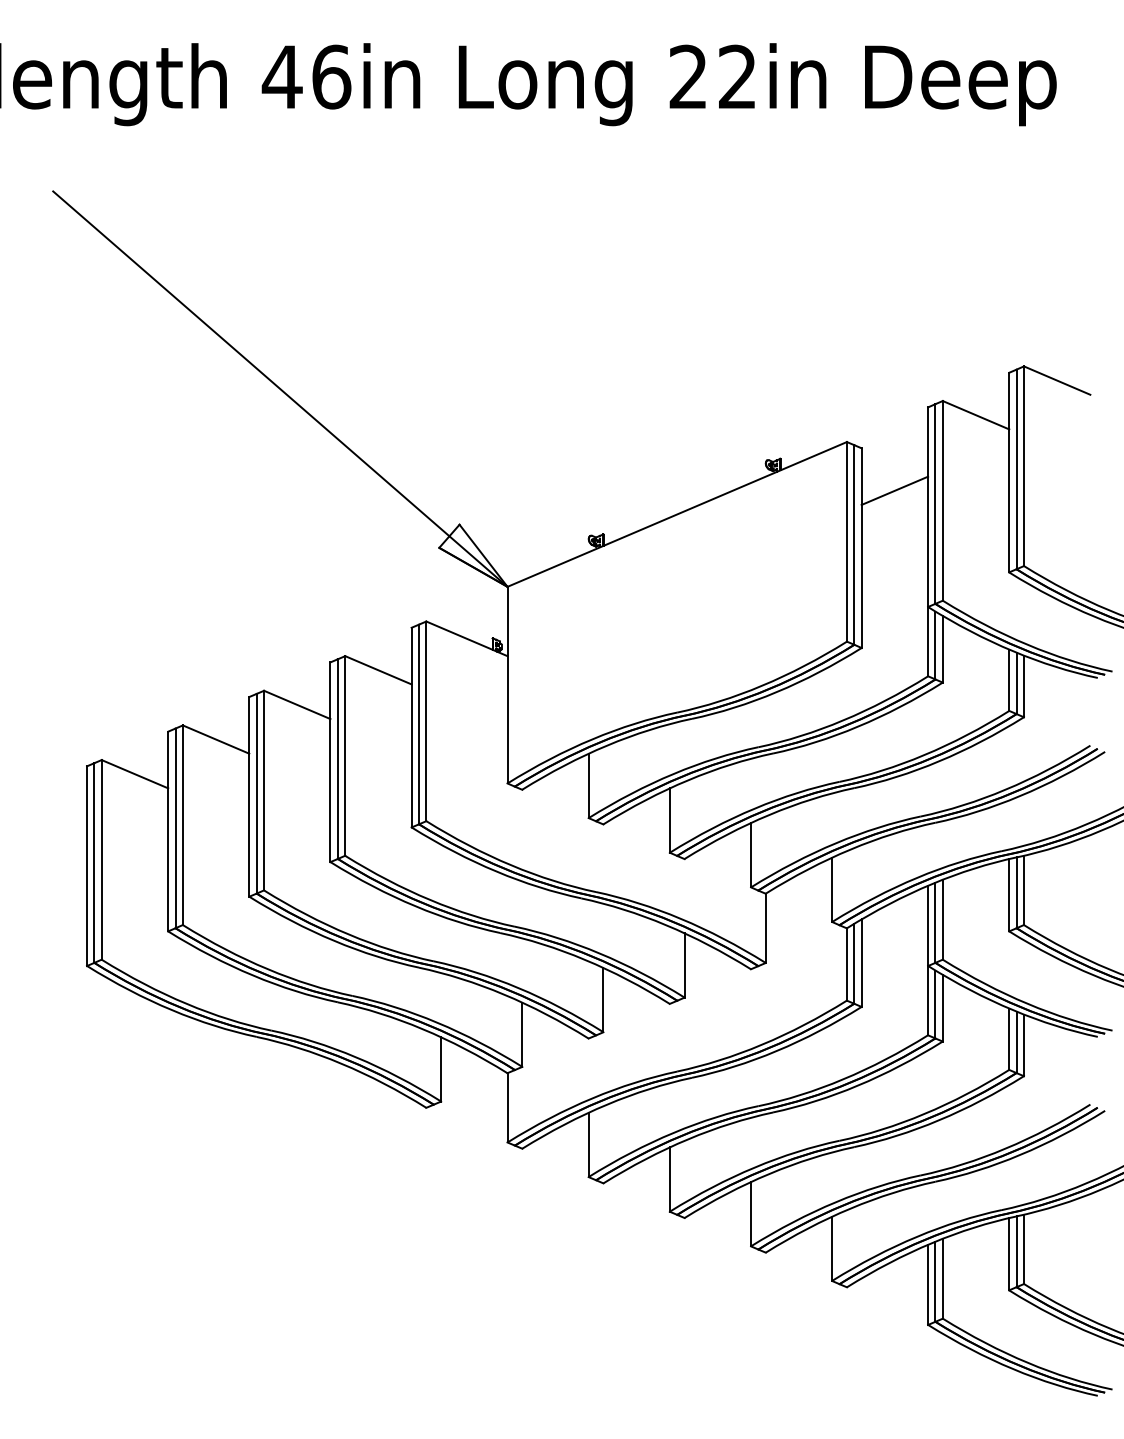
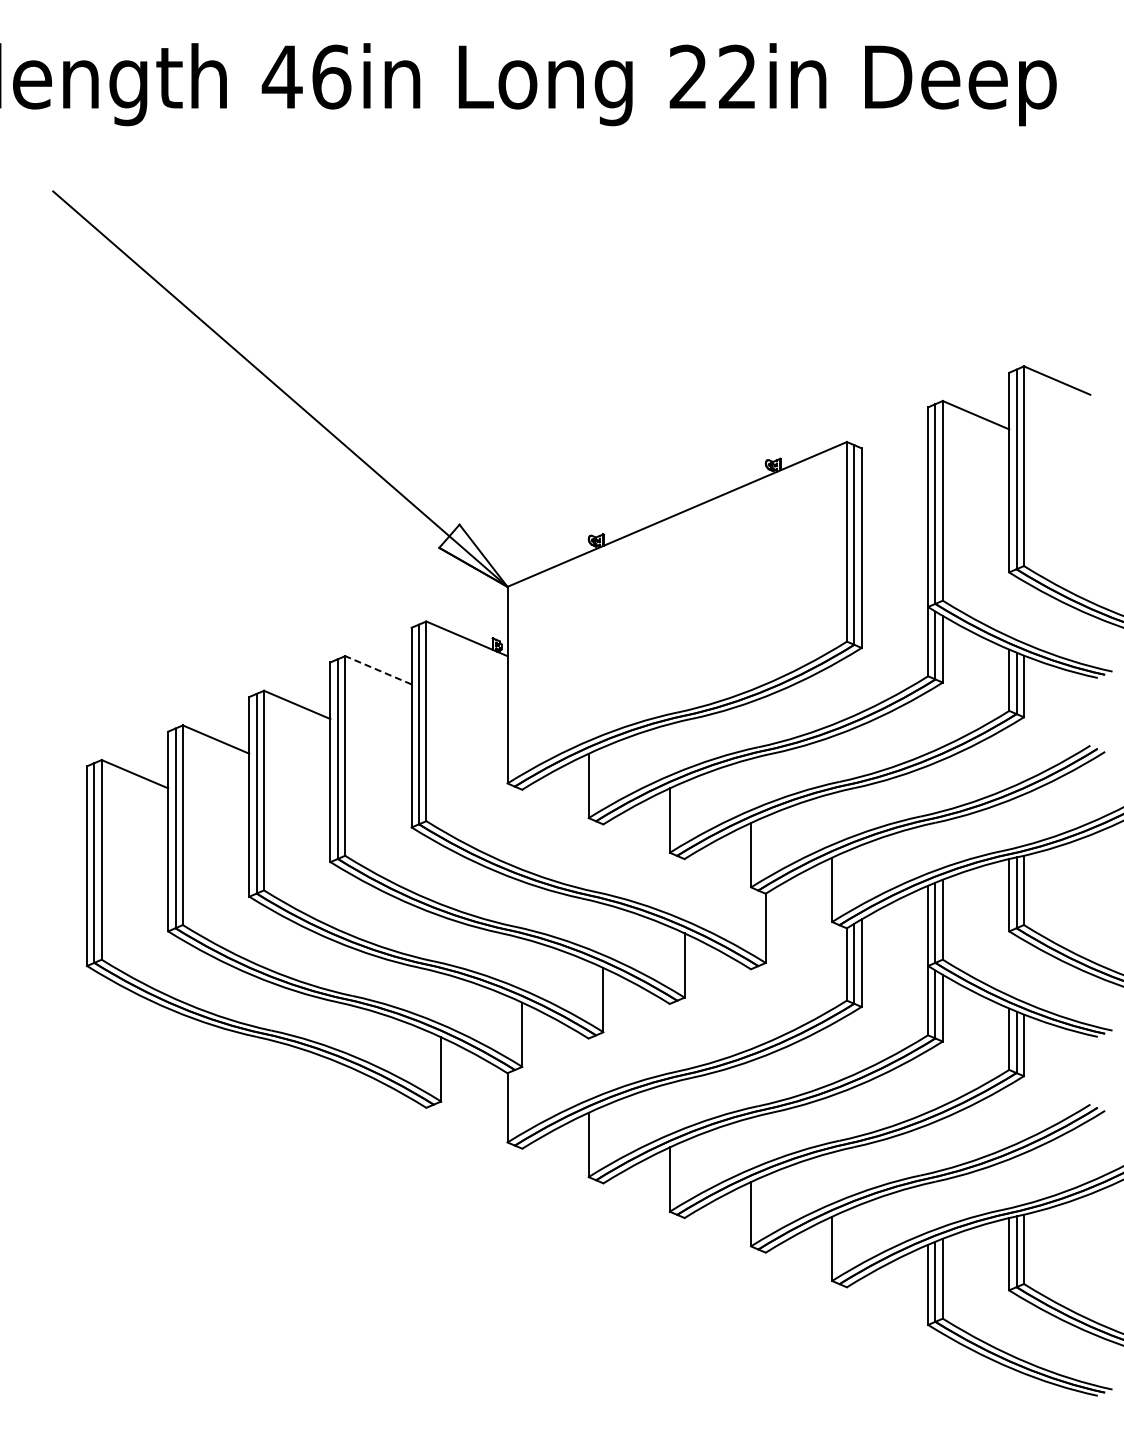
line at (894, 490): present -> none
line at (377, 670): solid -> dashed
